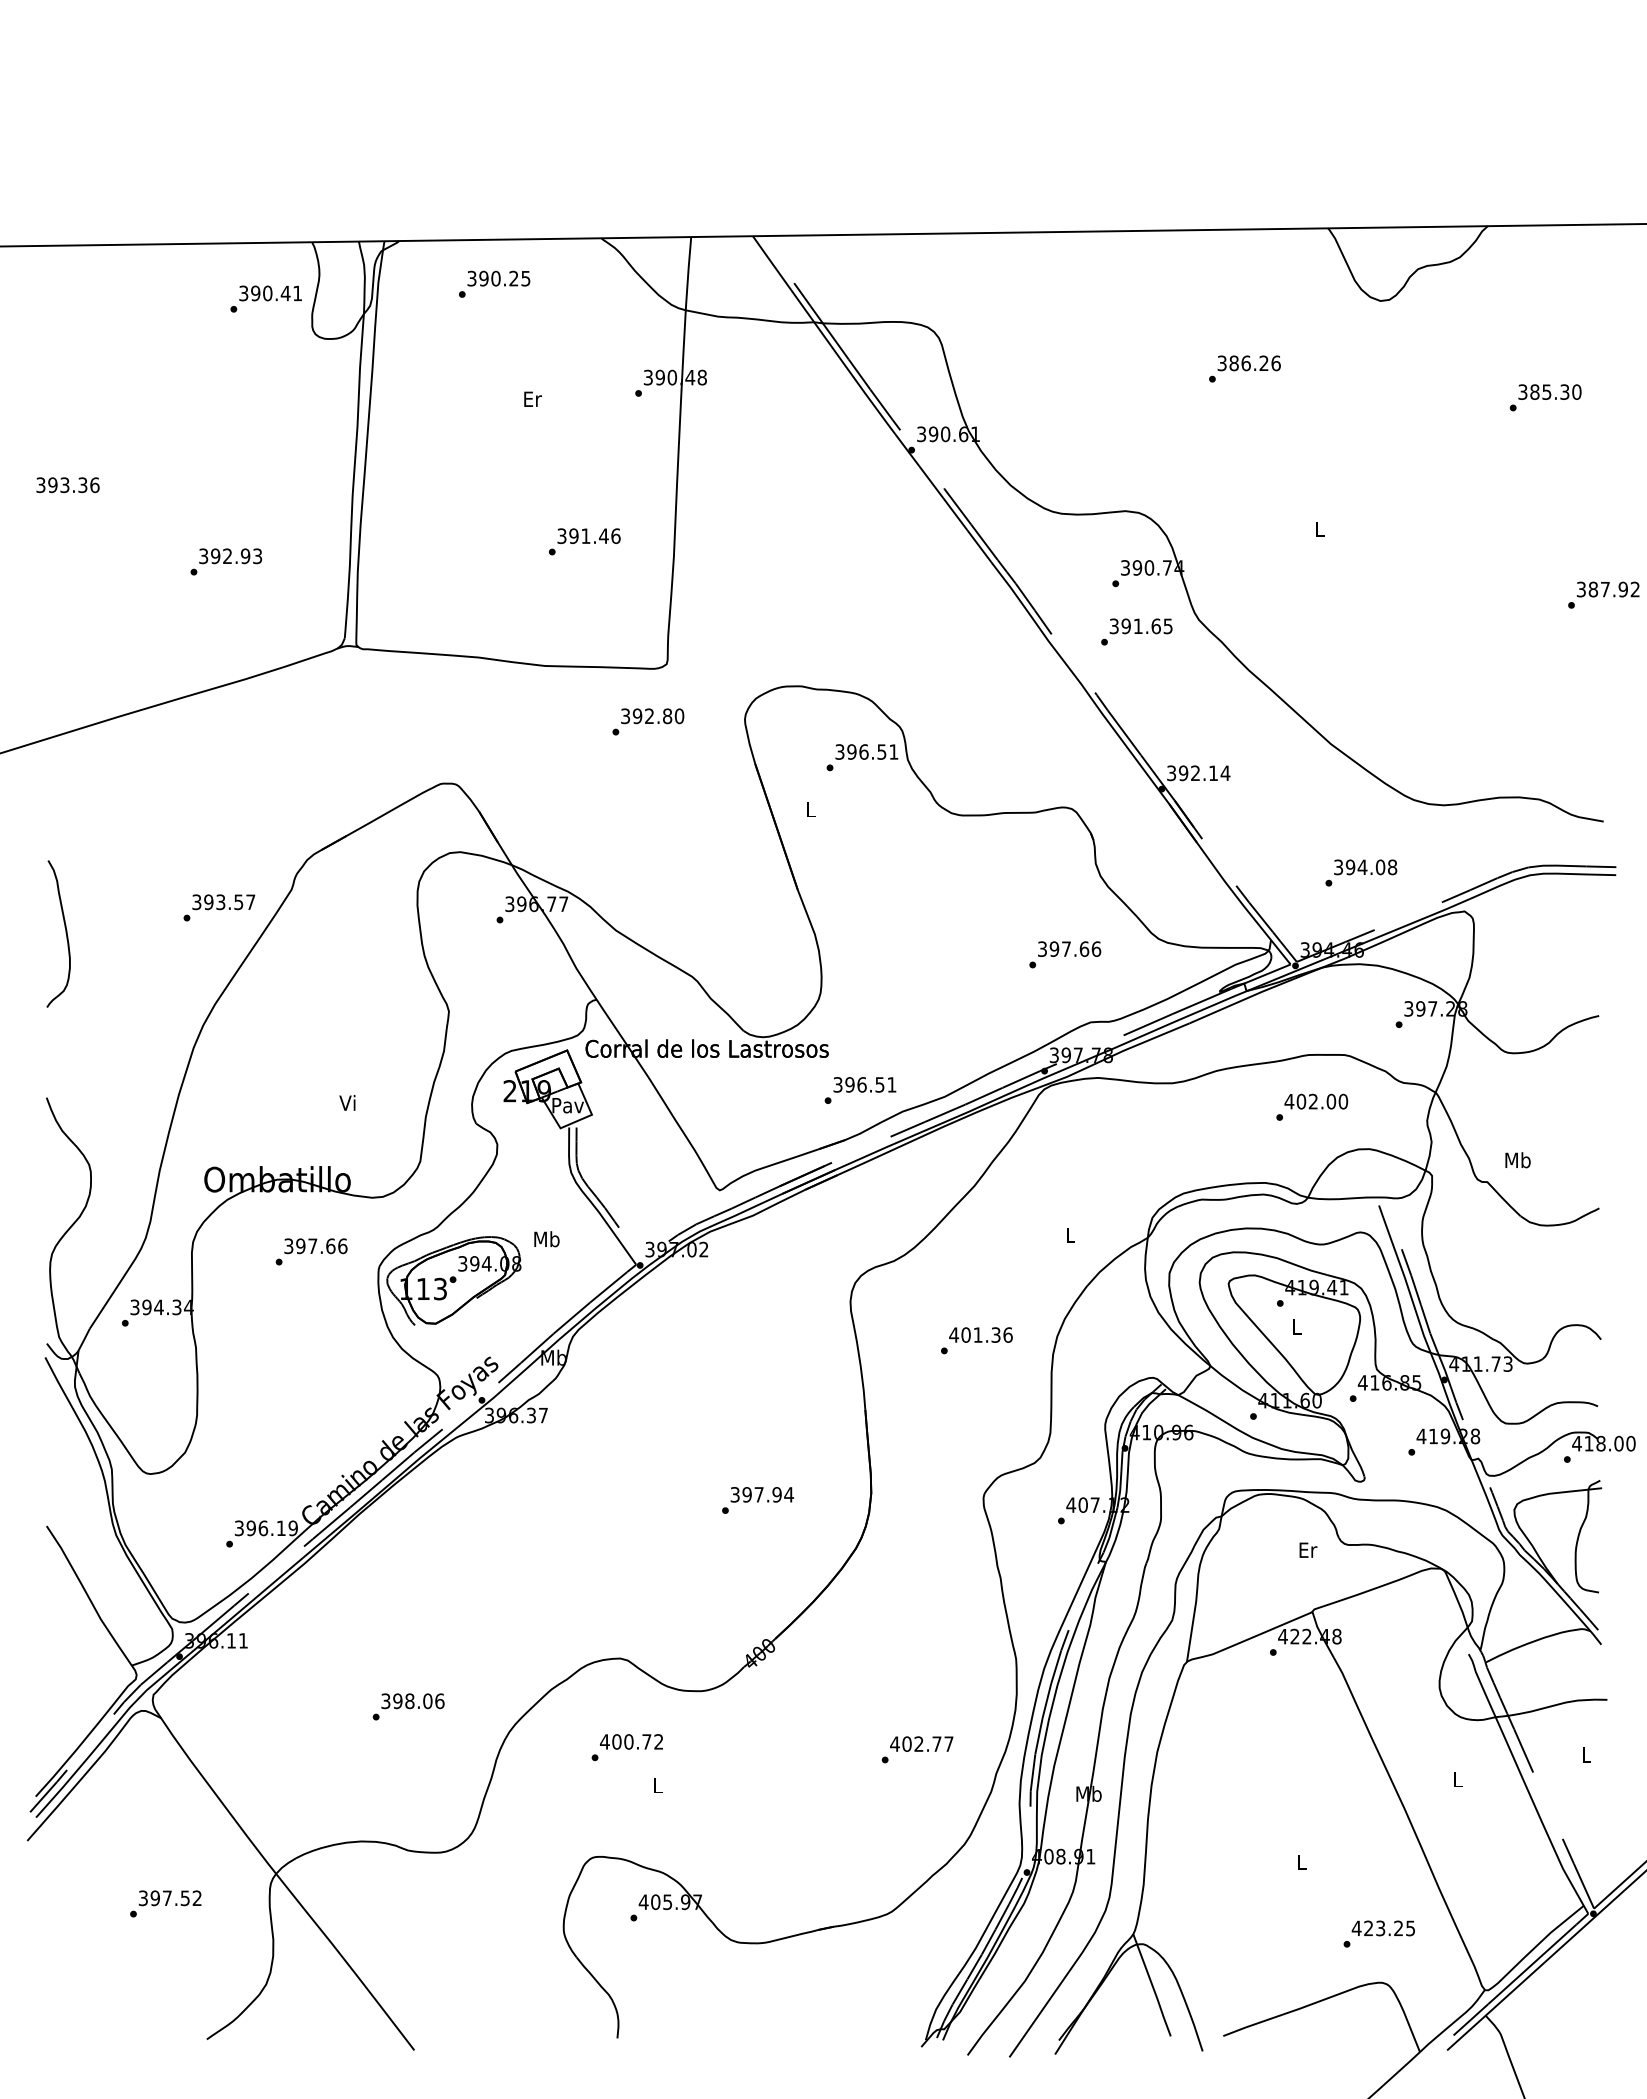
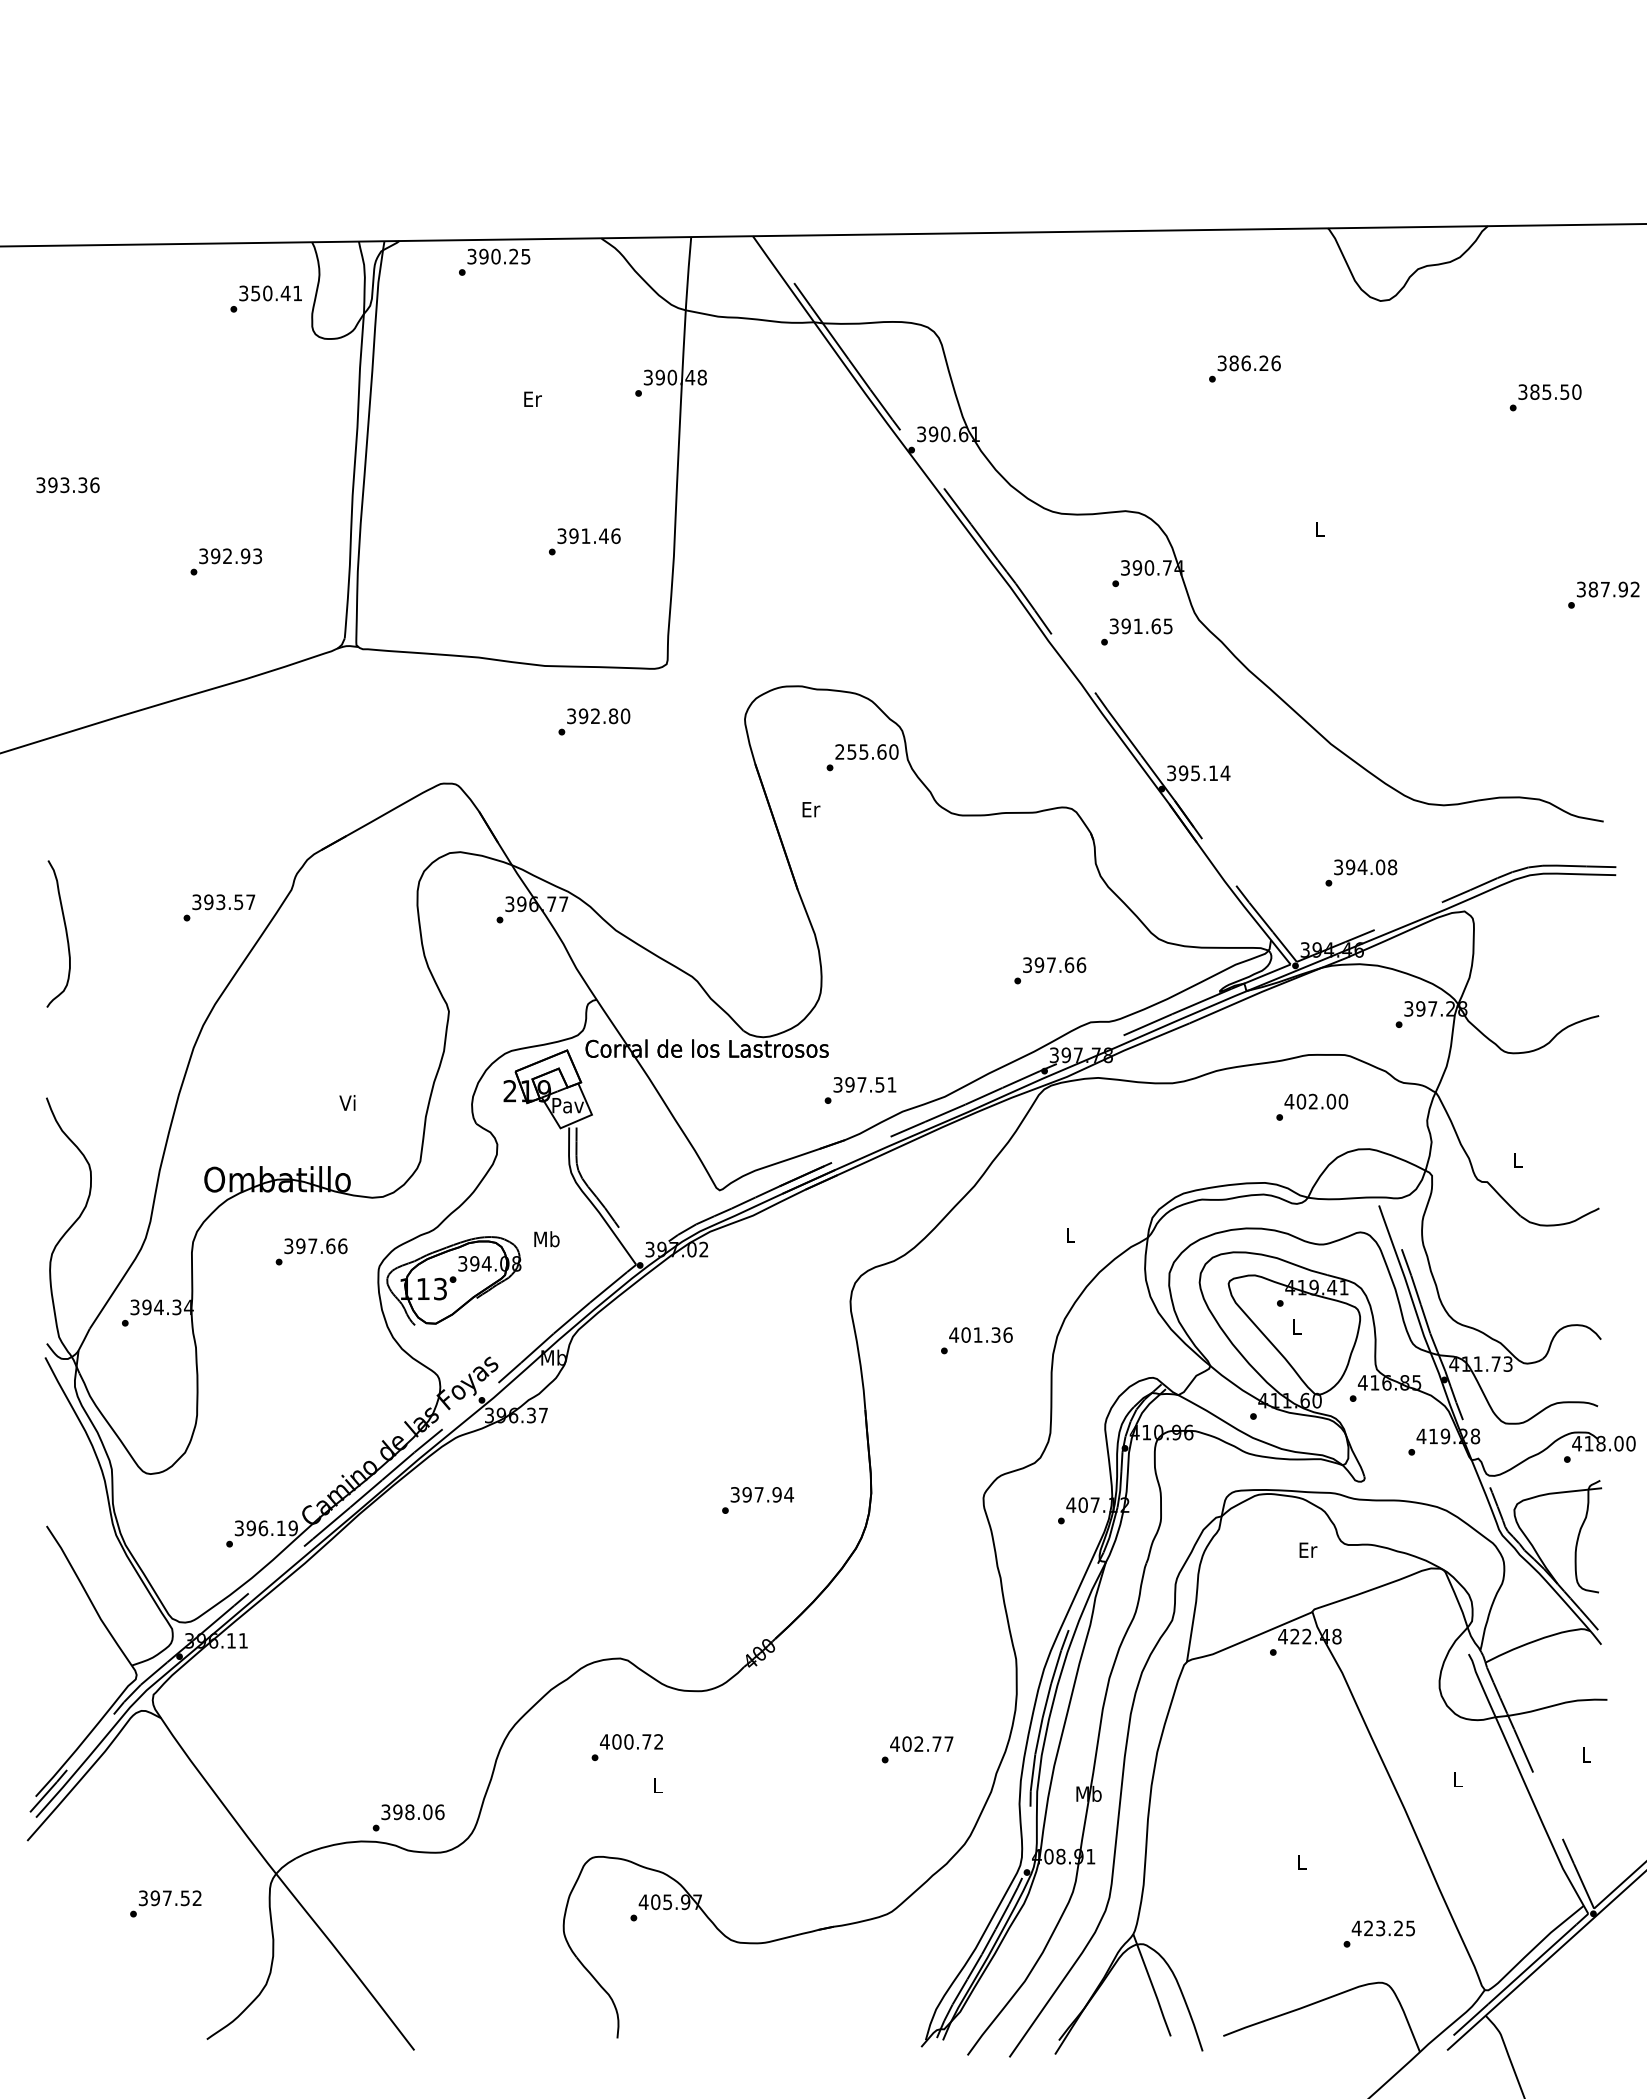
text at (494, 283) position: (494, 283) -> (494, 261)
text at (255, 292): 390.41 -> 350.41
text at (1564, 391): 385.30 -> 385.50
text at (648, 721) position: (648, 721) -> (594, 721)
text at (866, 751): 396.51 -> 255.60
text at (1195, 773): 392.14 -> 395.14
text at (811, 809): L -> Er
text at (1065, 954) position: (1065, 954) -> (1050, 970)
text at (861, 1084): 396.51 -> 397.51
text at (1517, 1160): Mb -> L
text at (408, 1706) position: (408, 1706) -> (408, 1817)
